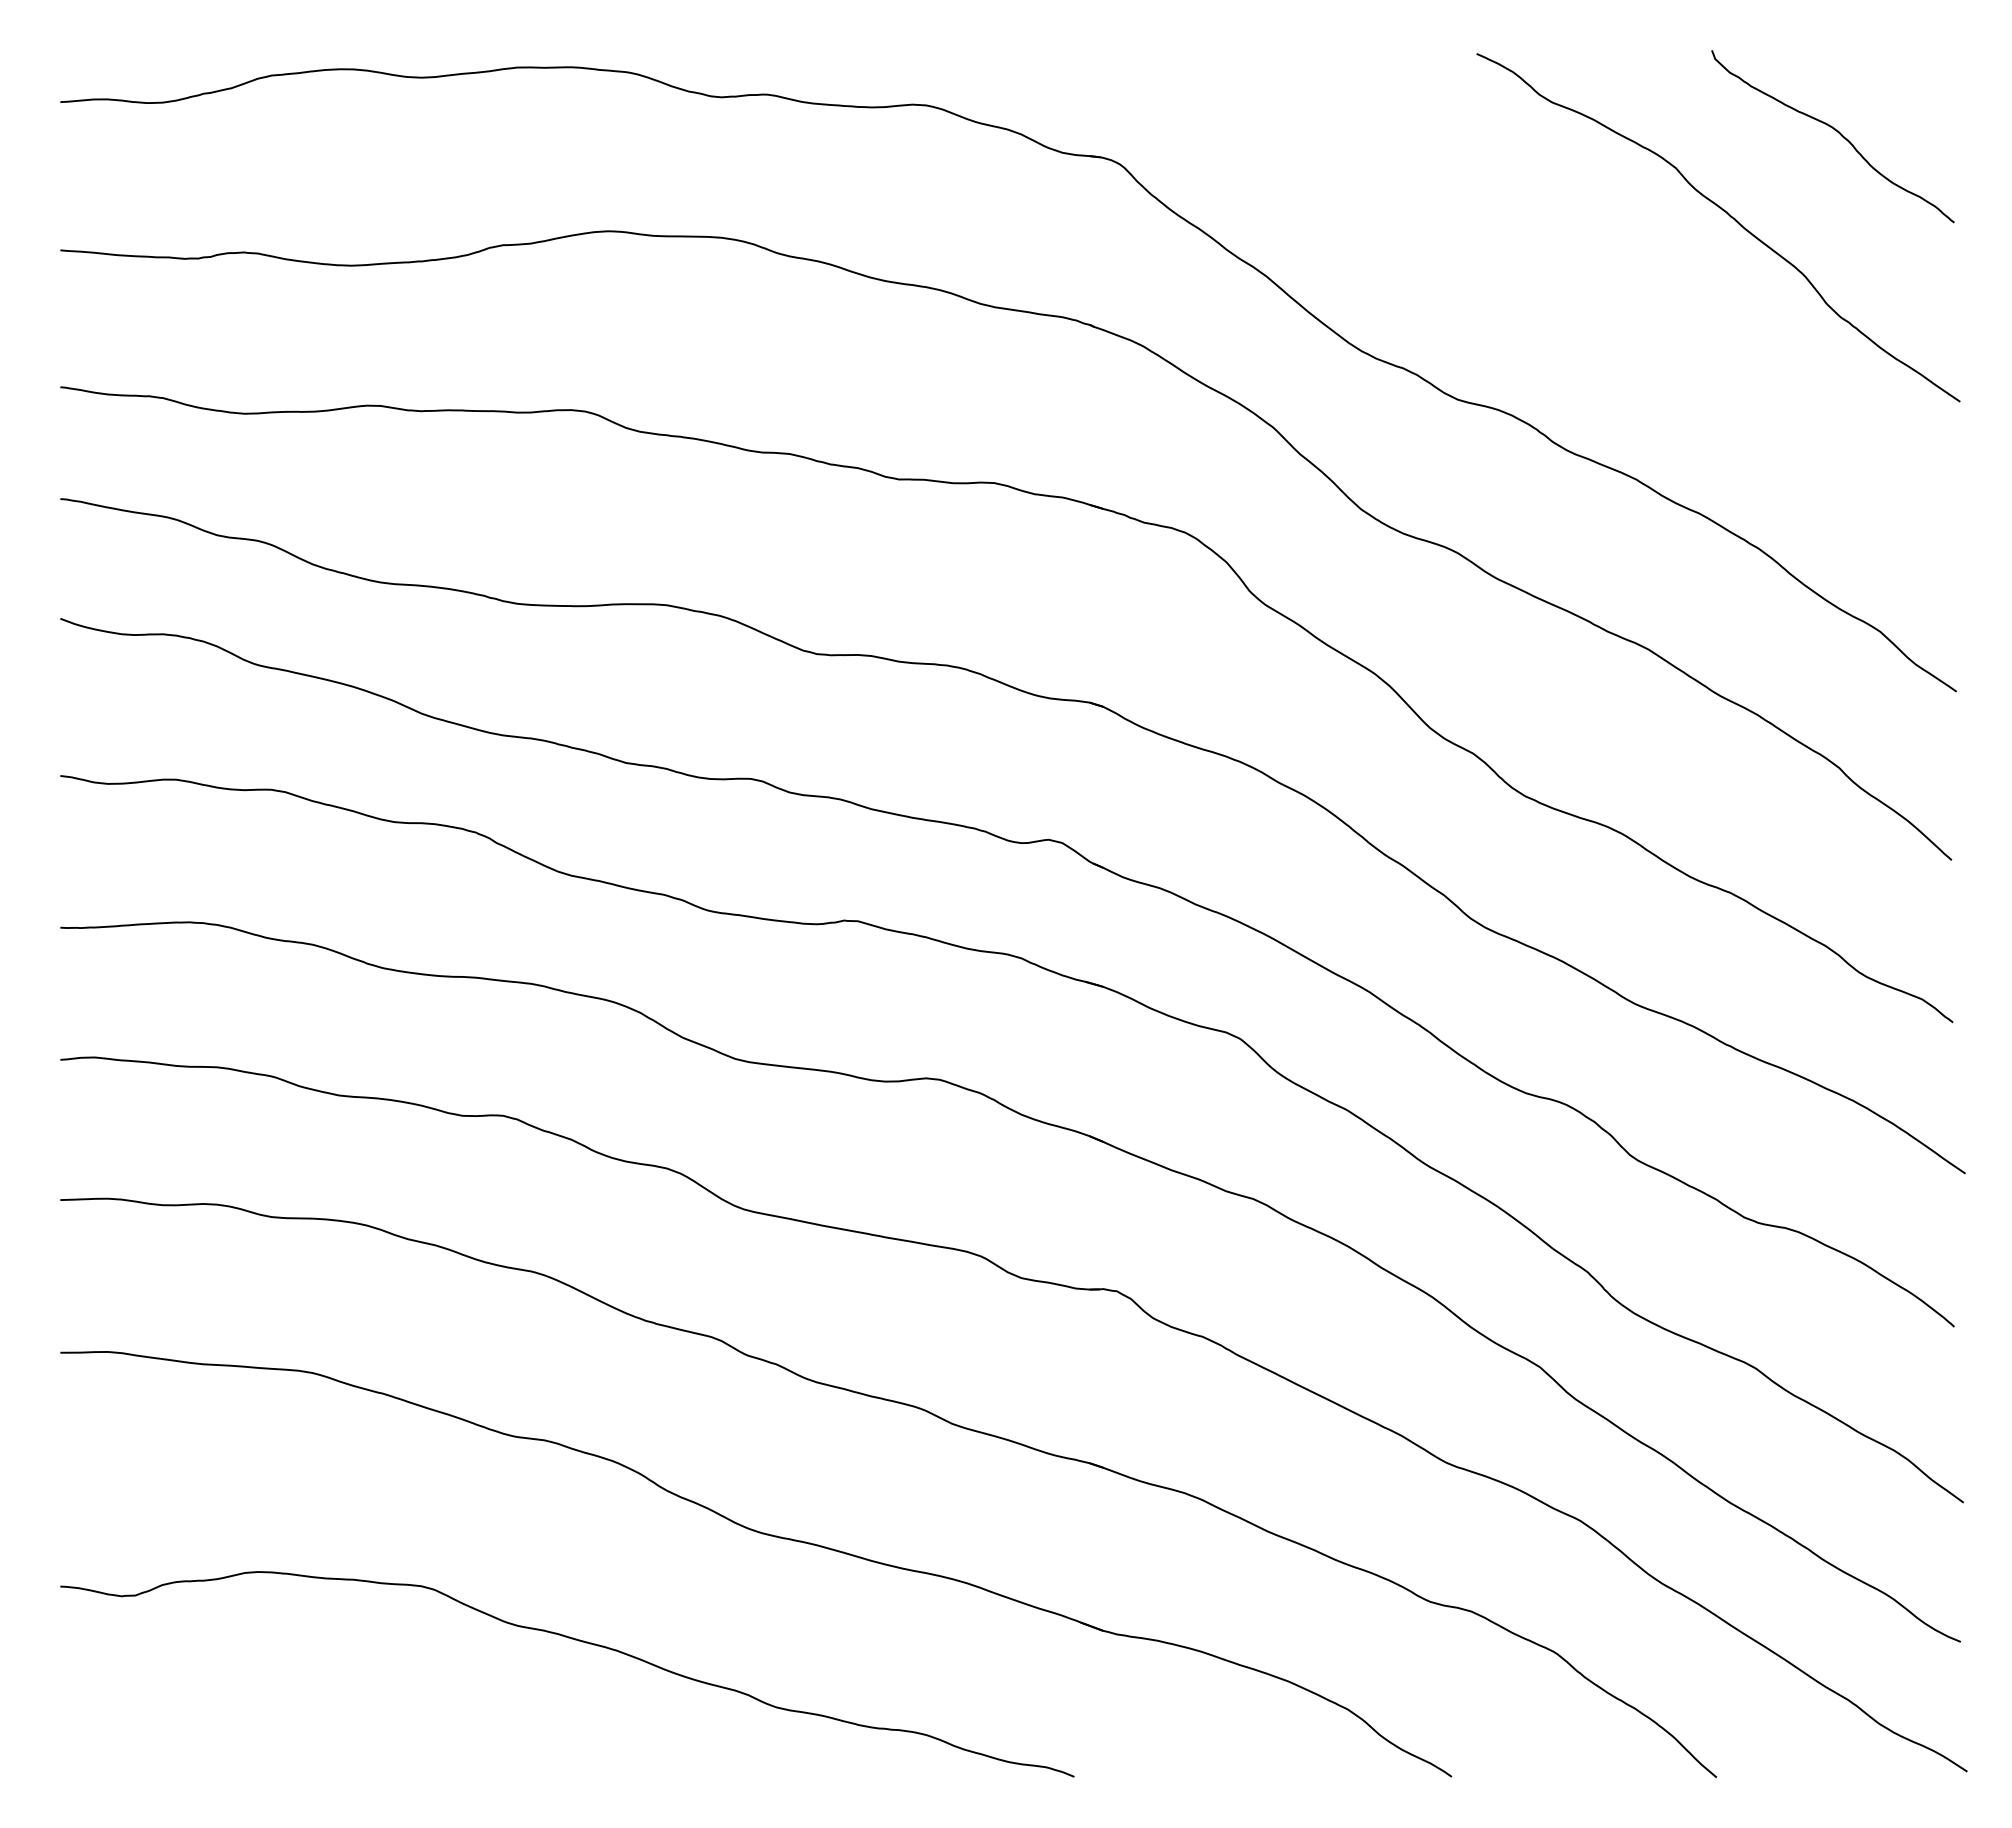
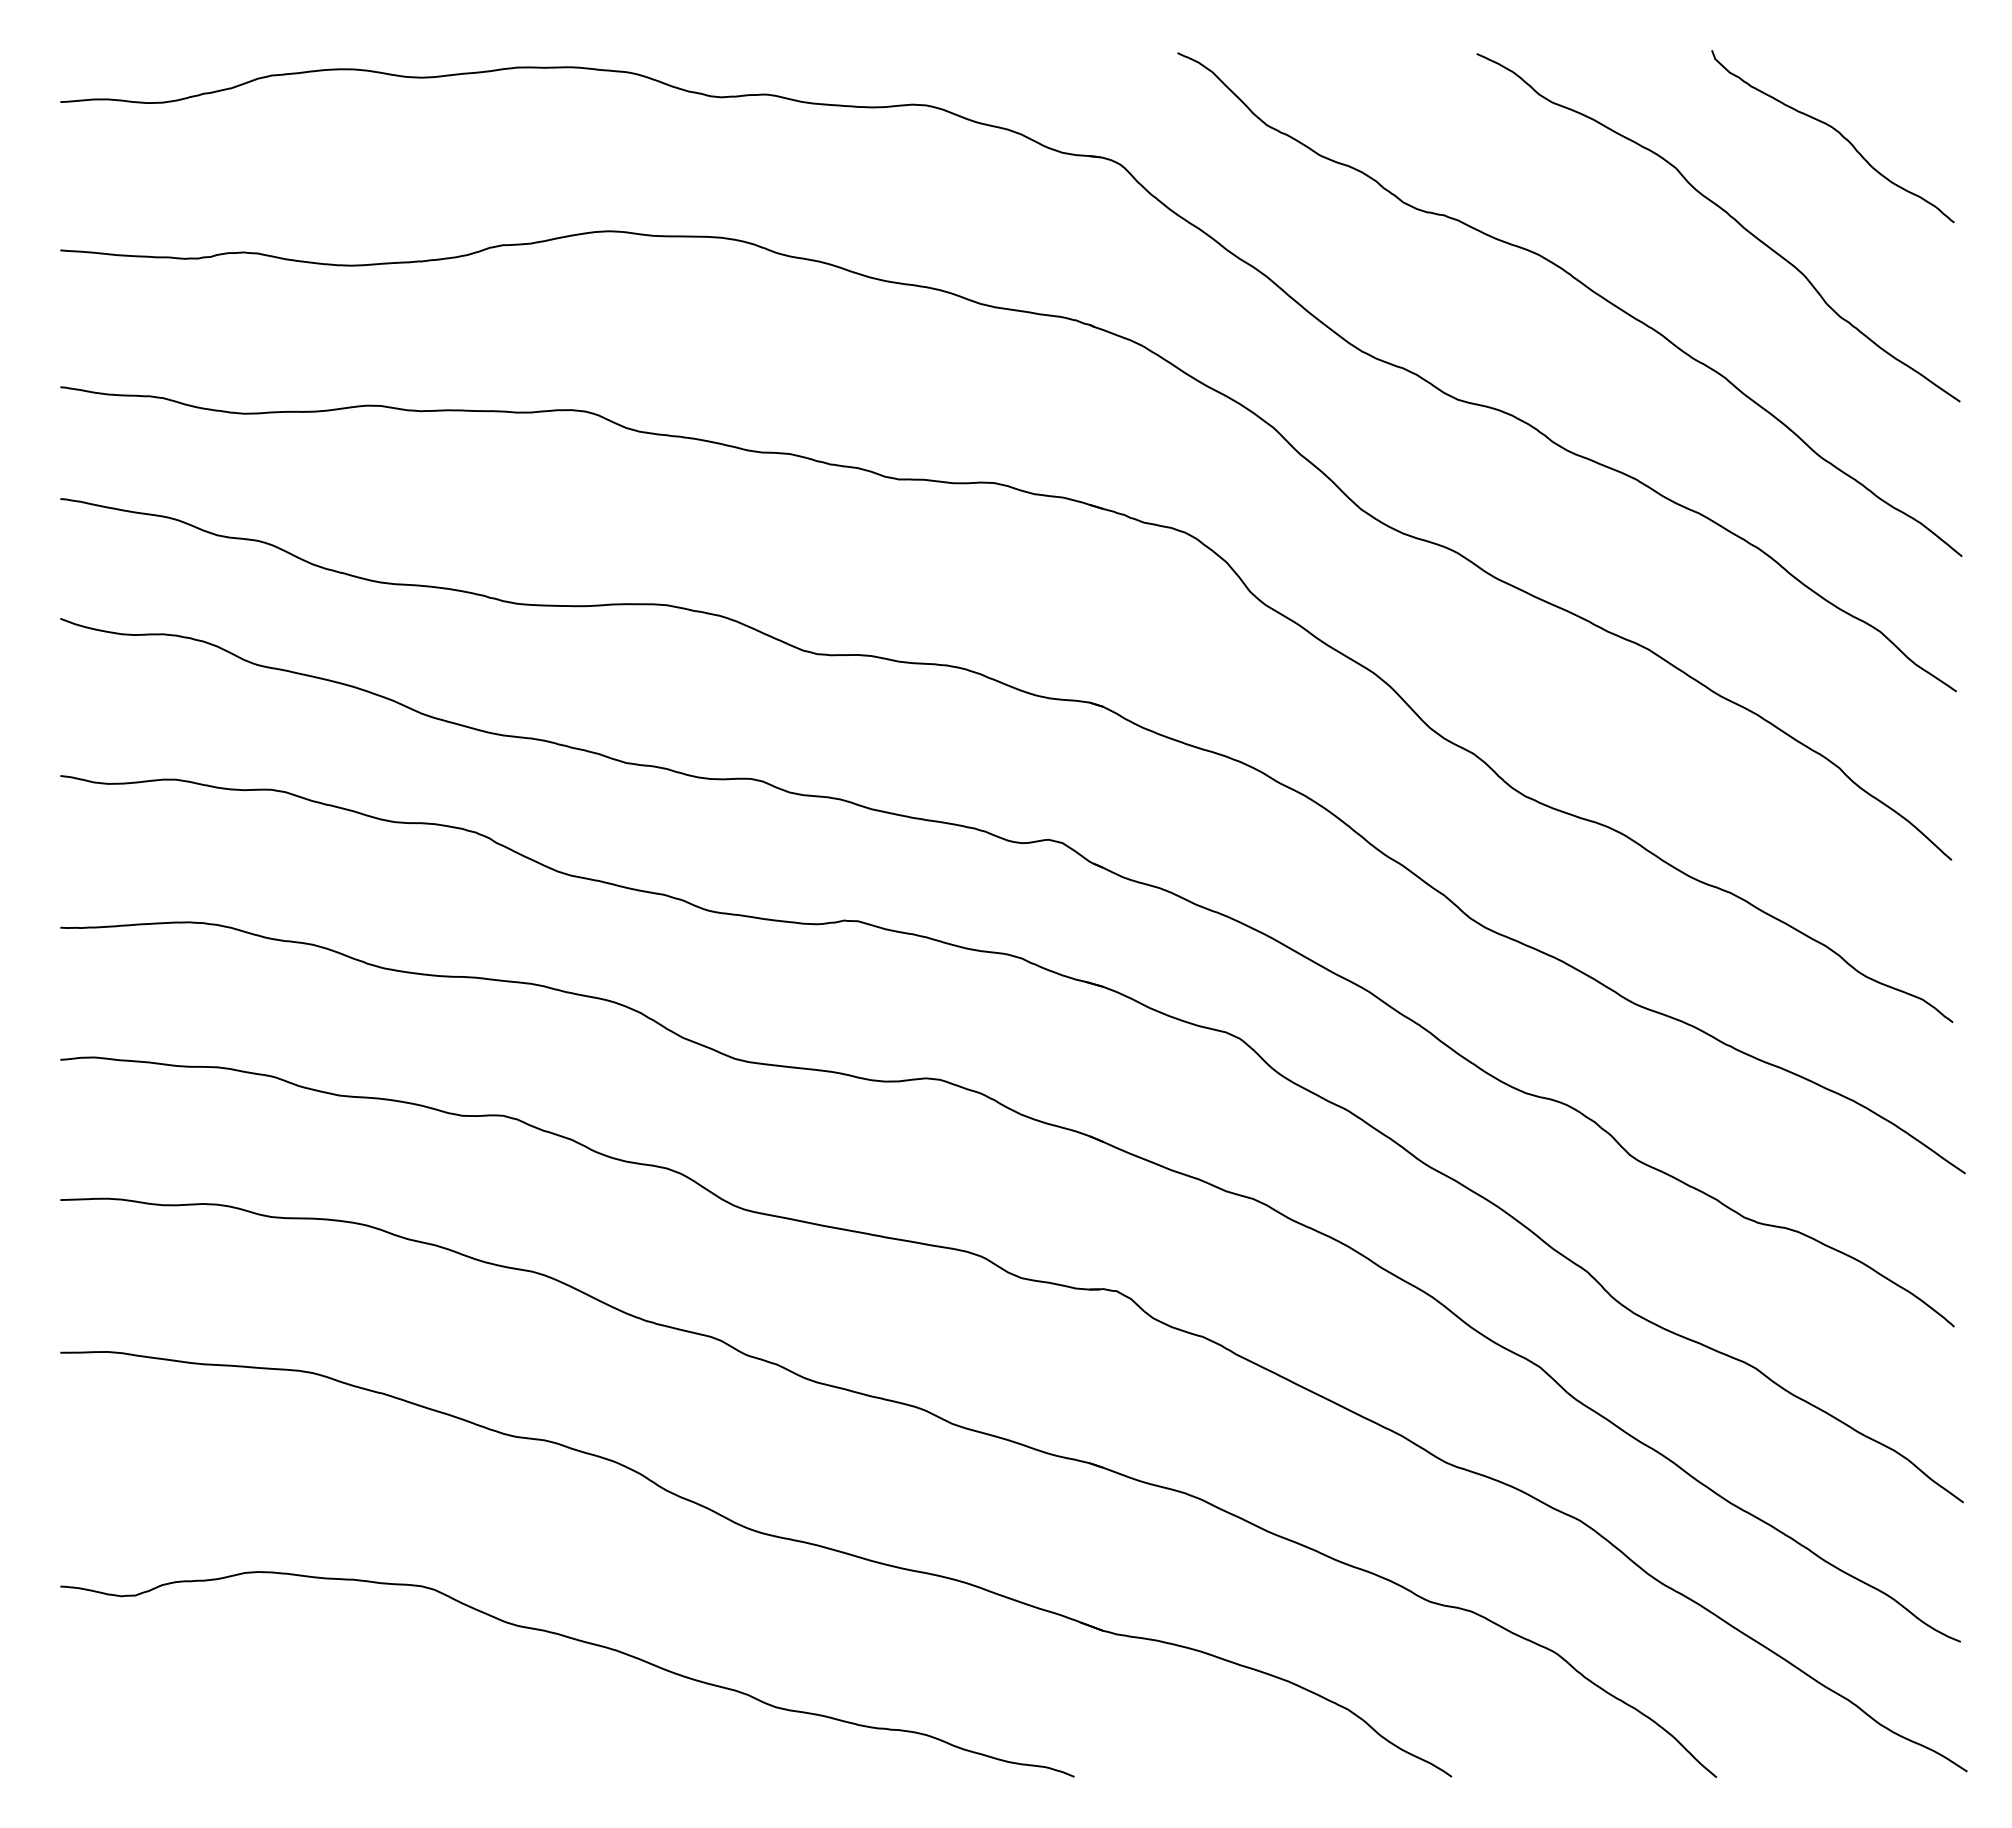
curve at (1581, 284): none -> present
